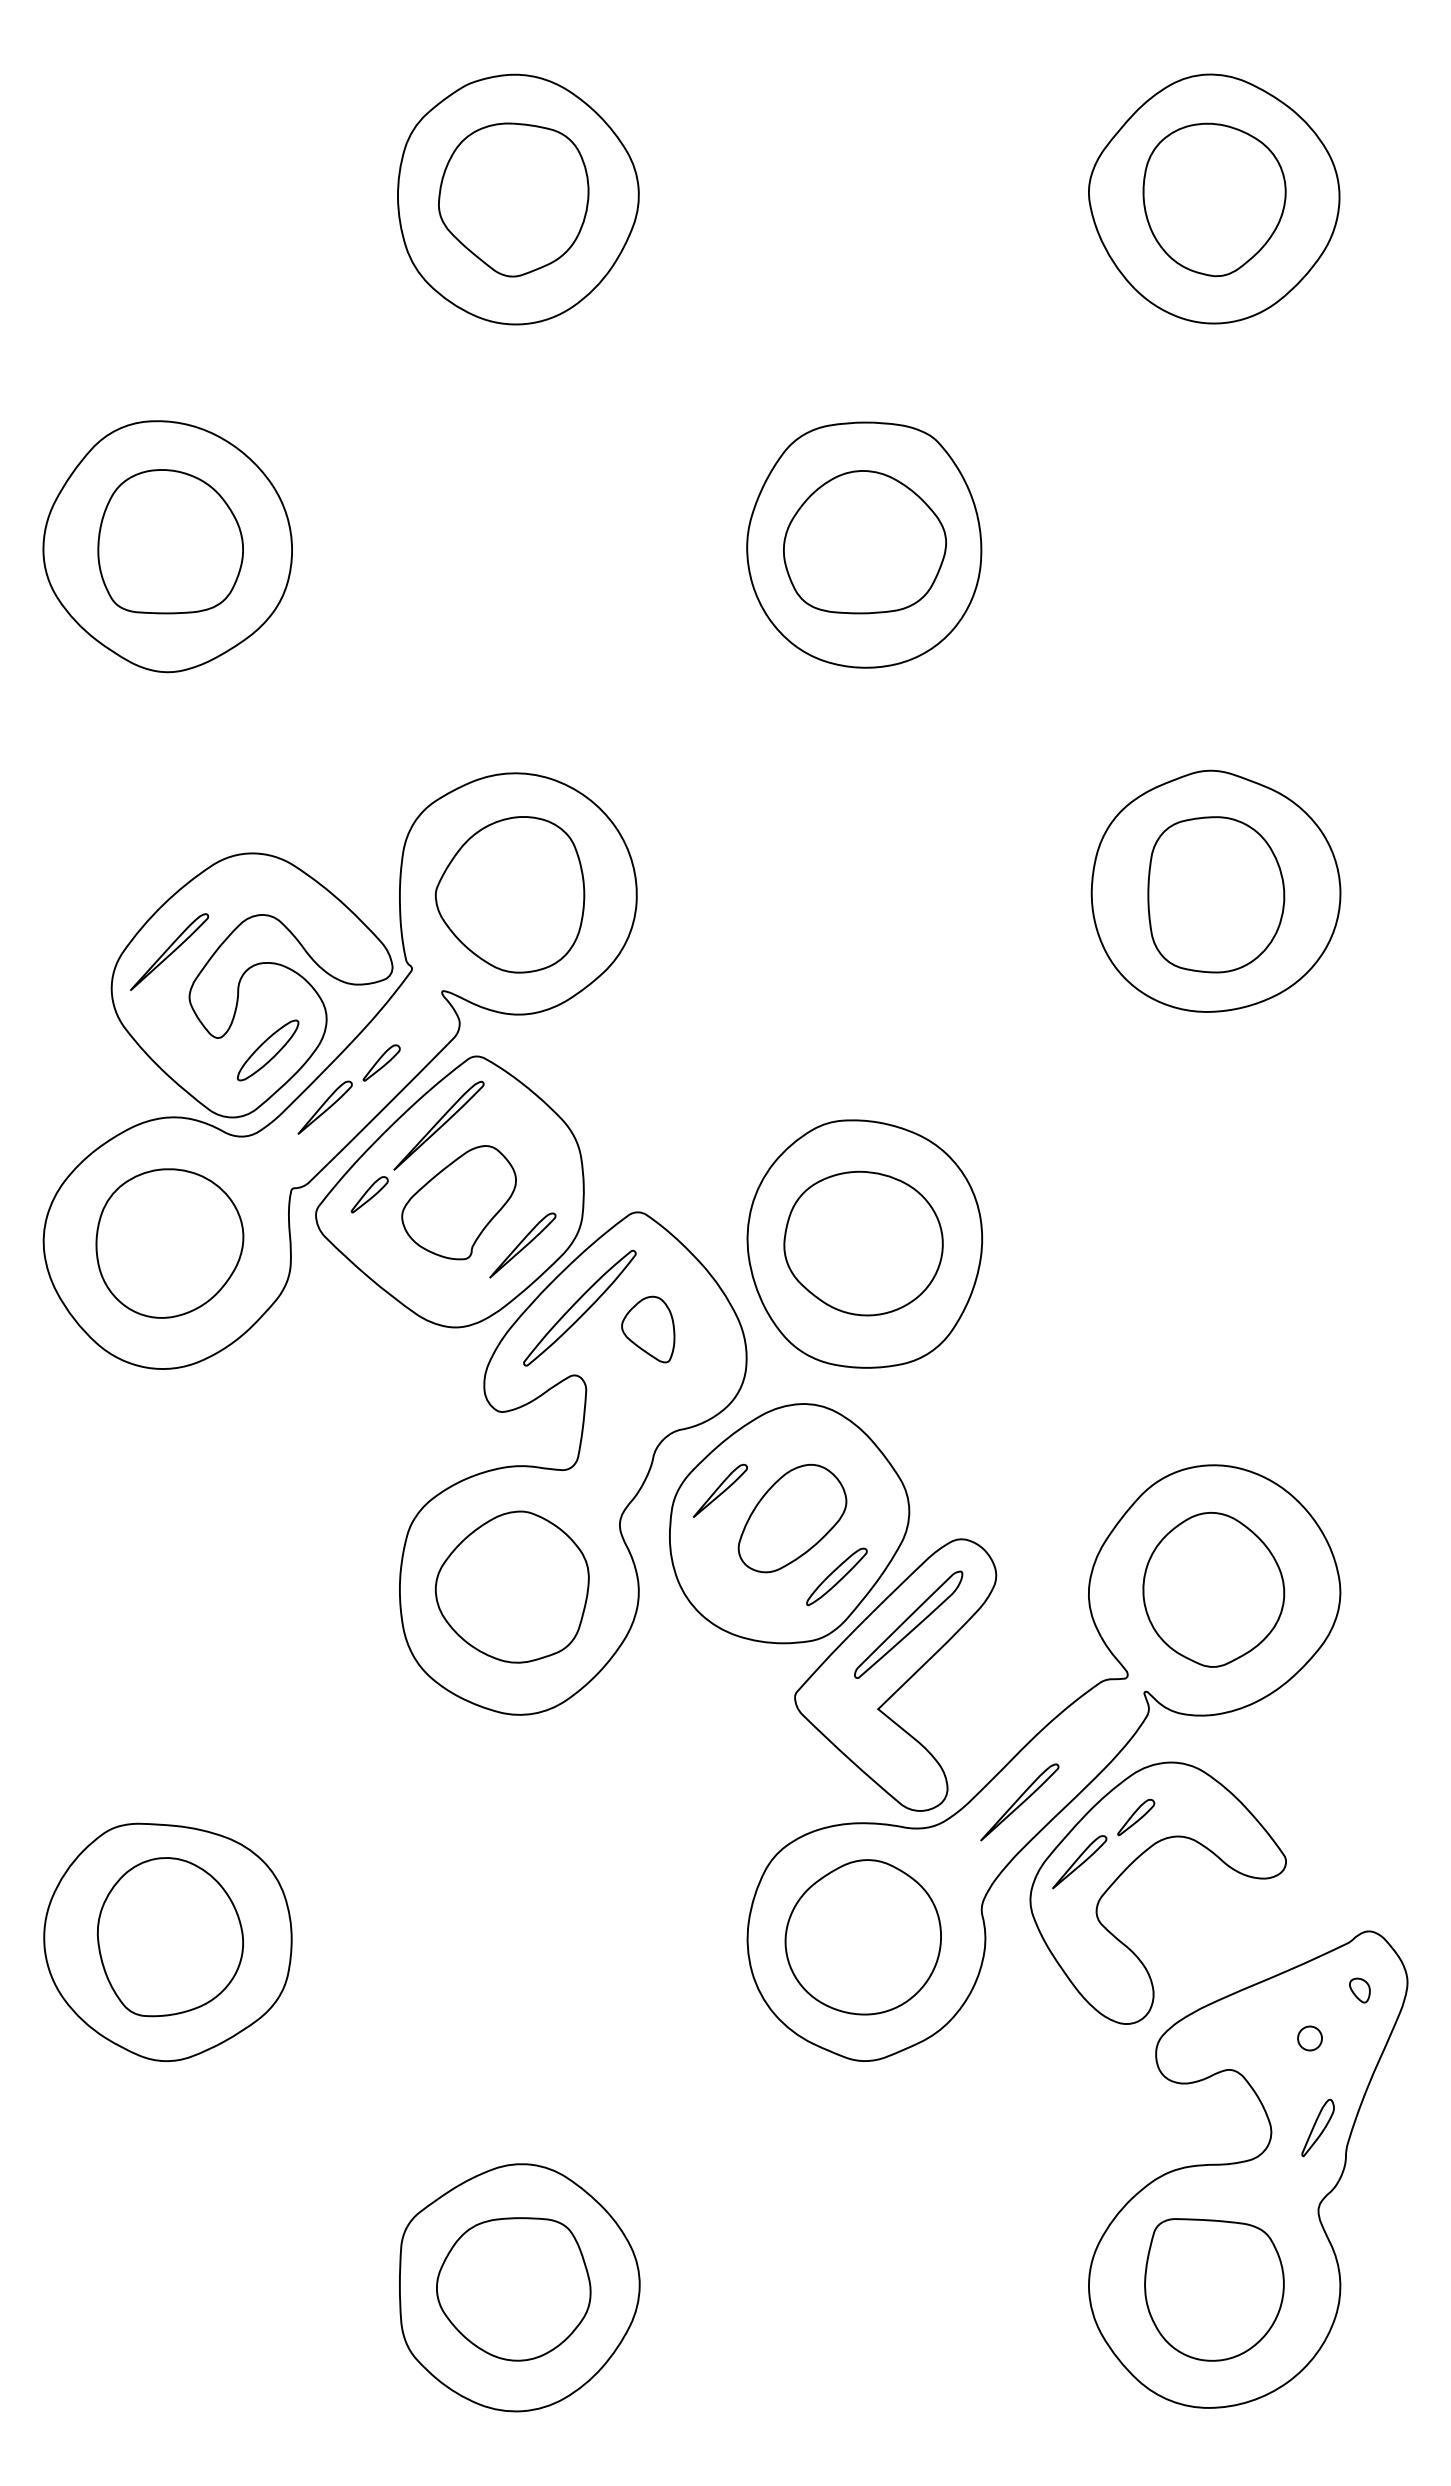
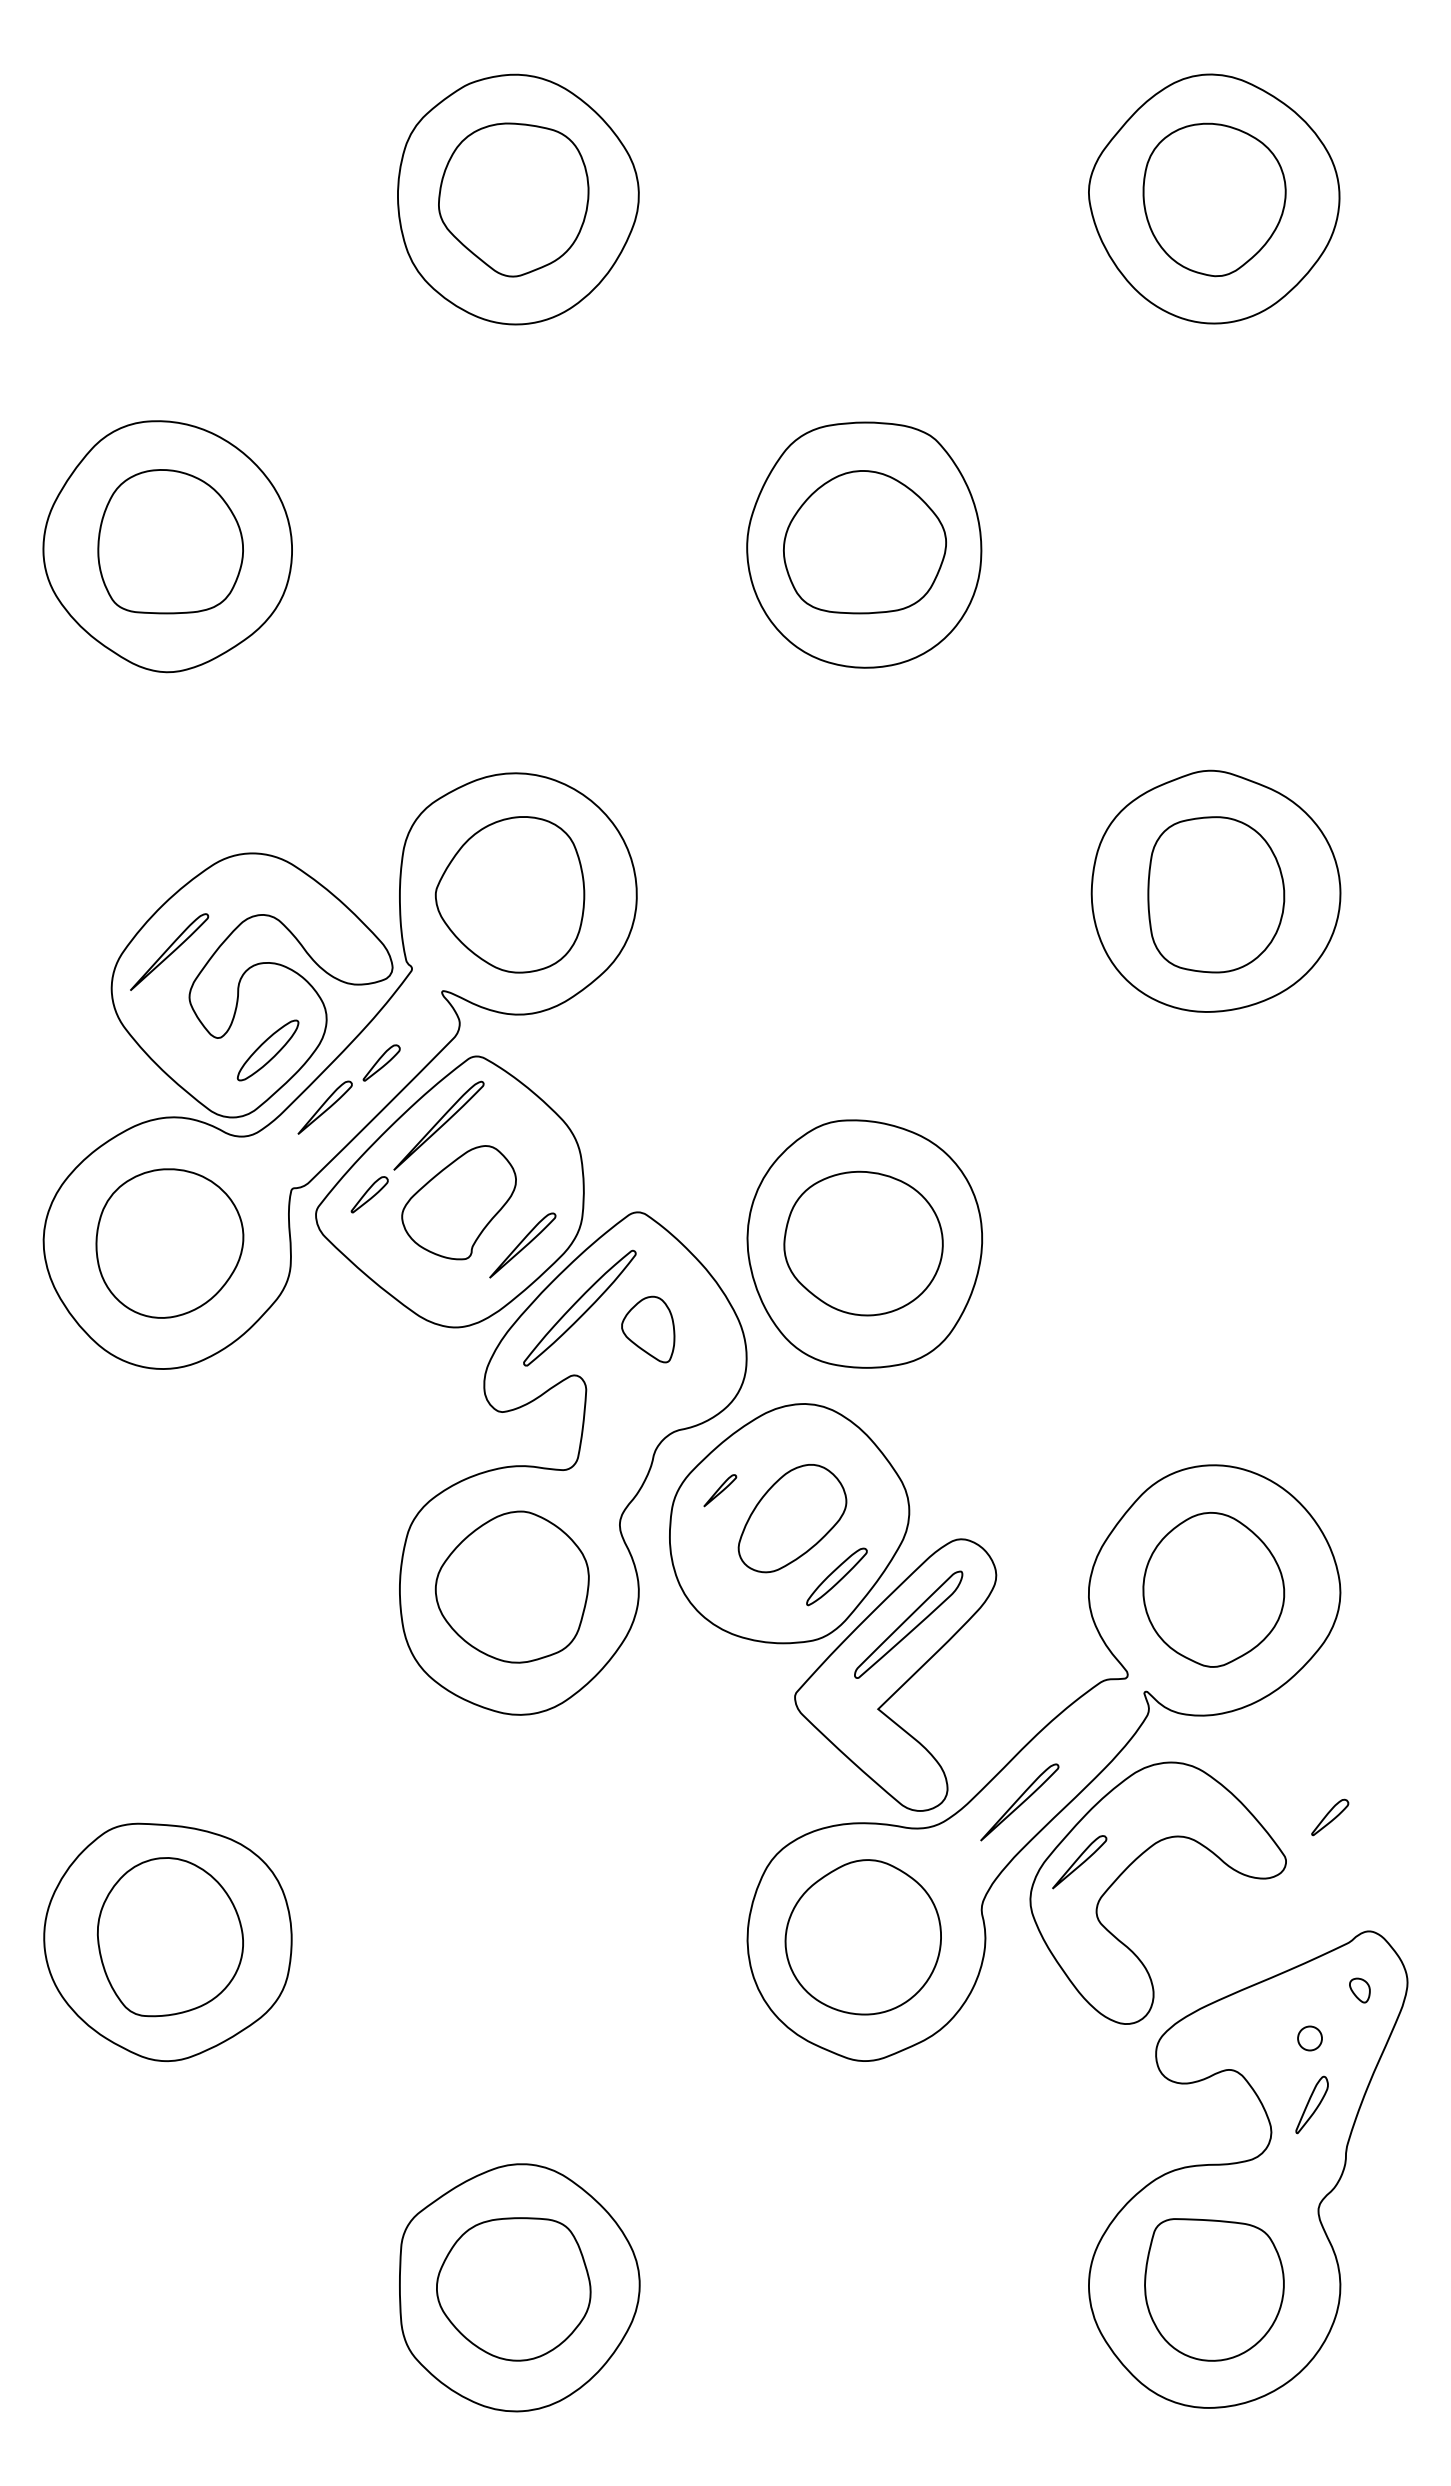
part at (719, 1490) size: 56x55 px -> 35x34 px
part at (1136, 1817) position: (1136, 1817) -> (1330, 1817)
part at (1317, 2127) position: (1317, 2127) -> (1311, 2104)
